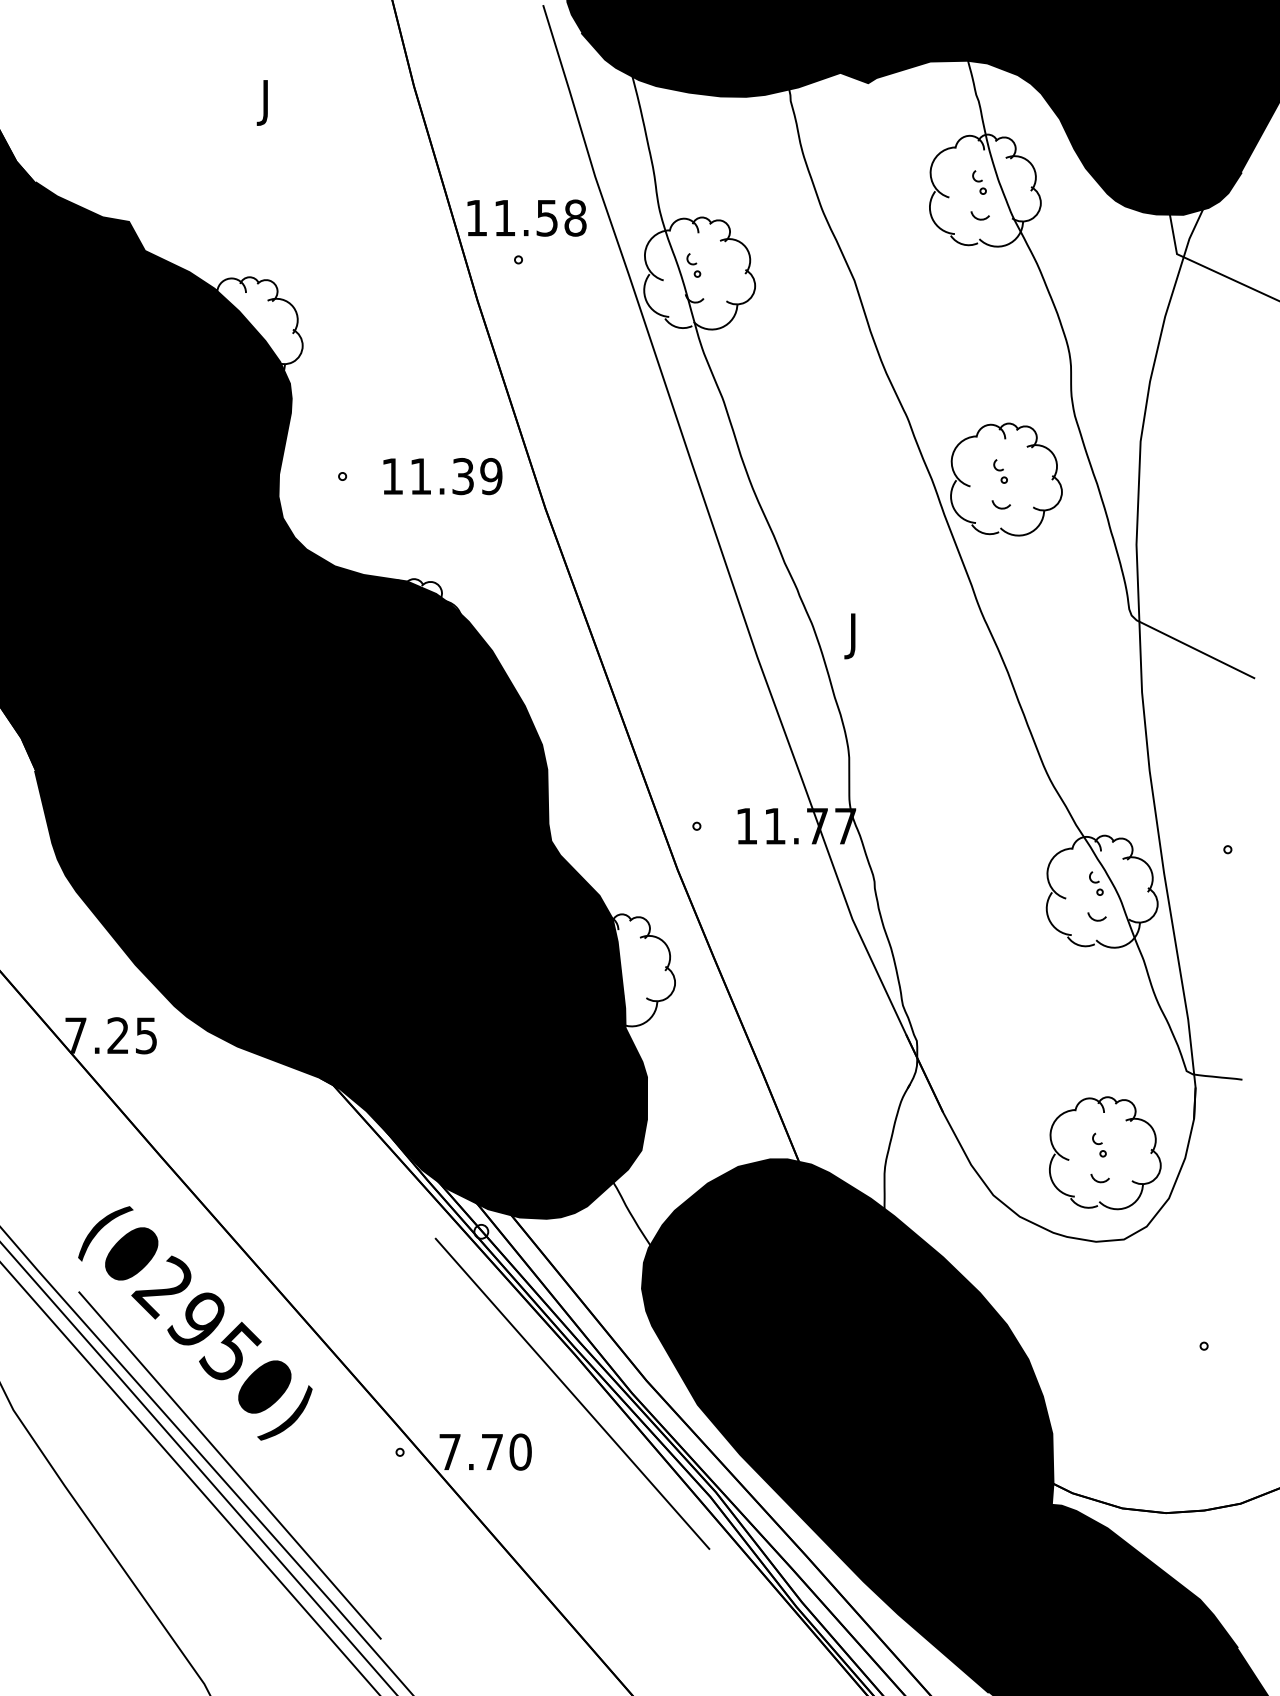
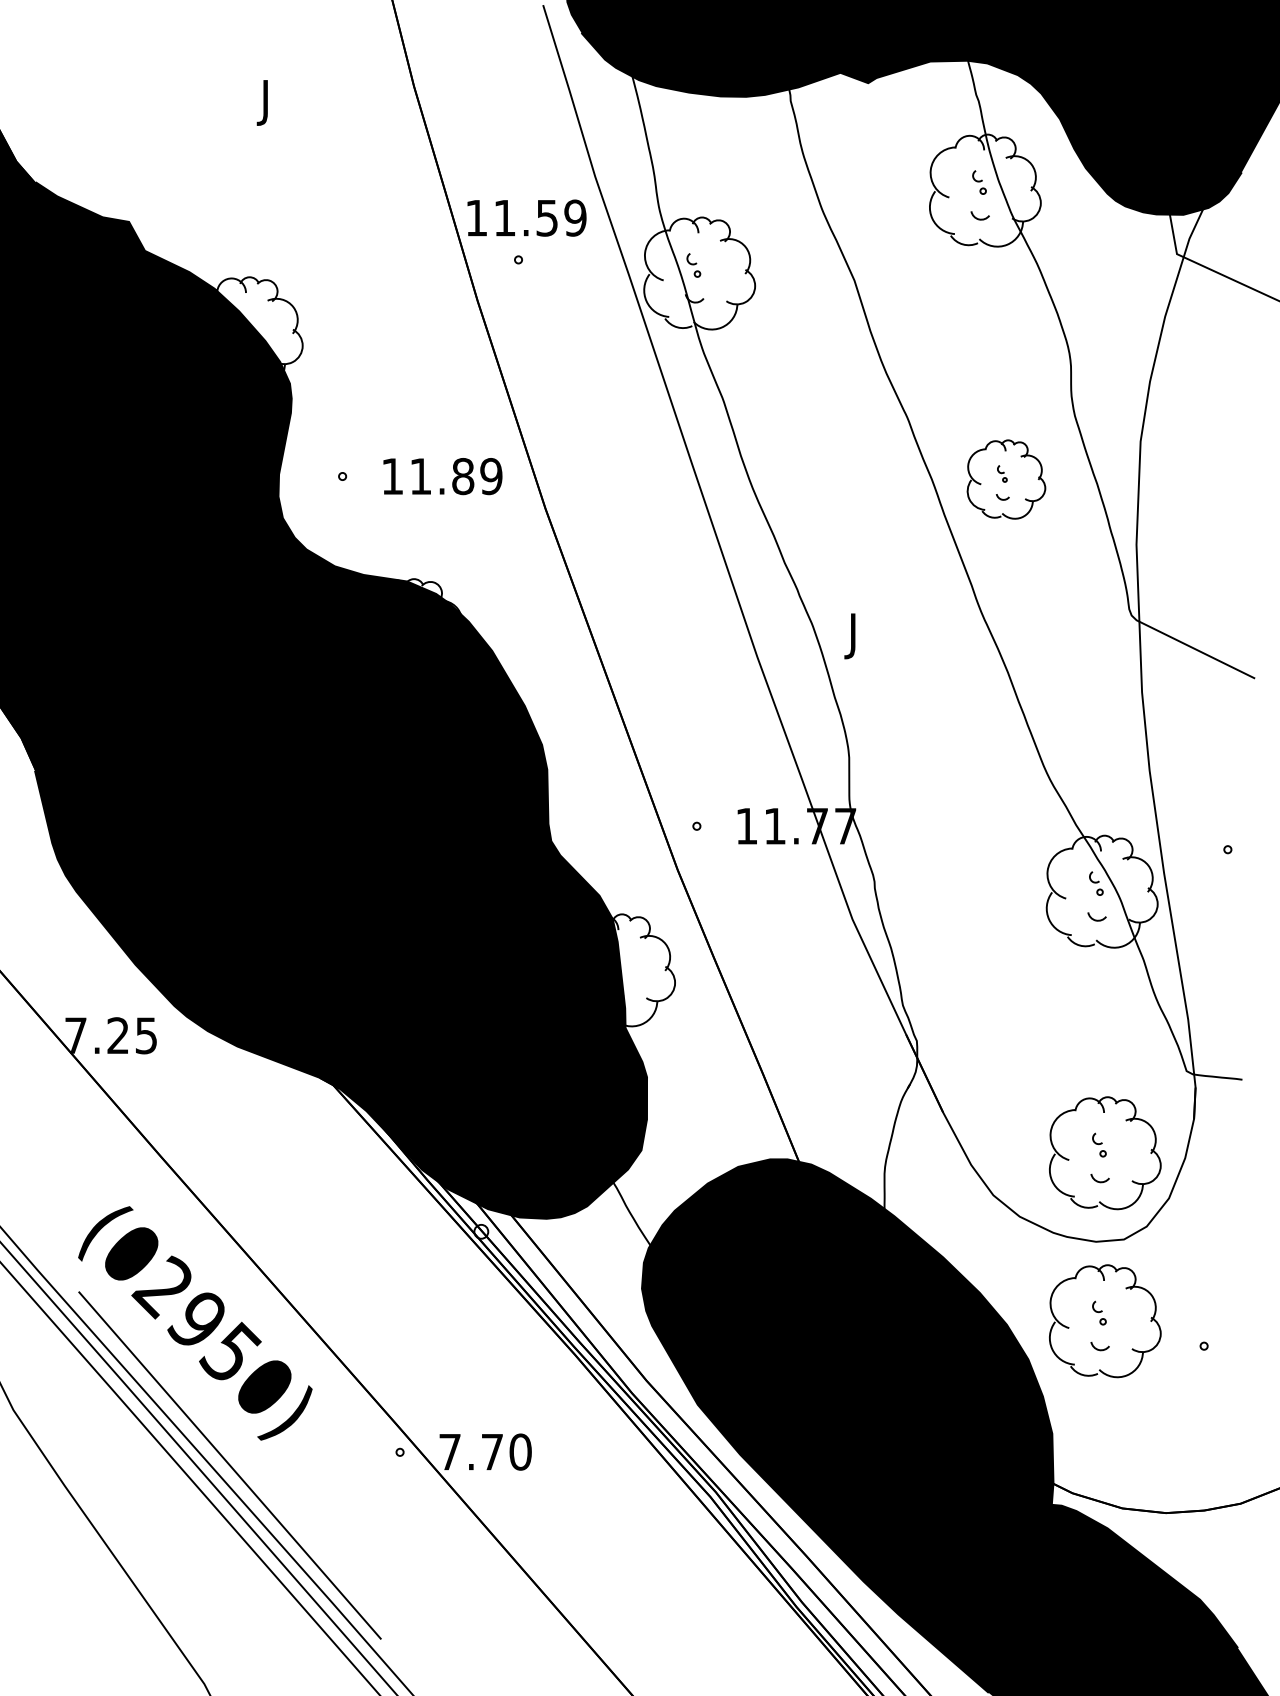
text at (575, 217): 11.58 -> 11.59
text at (463, 476): 11.39 -> 11.89
part at (1006, 479) size: 113x115 px -> 81x81 px
part at (1105, 1321): none -> present
line at (572, 1393): present -> none
